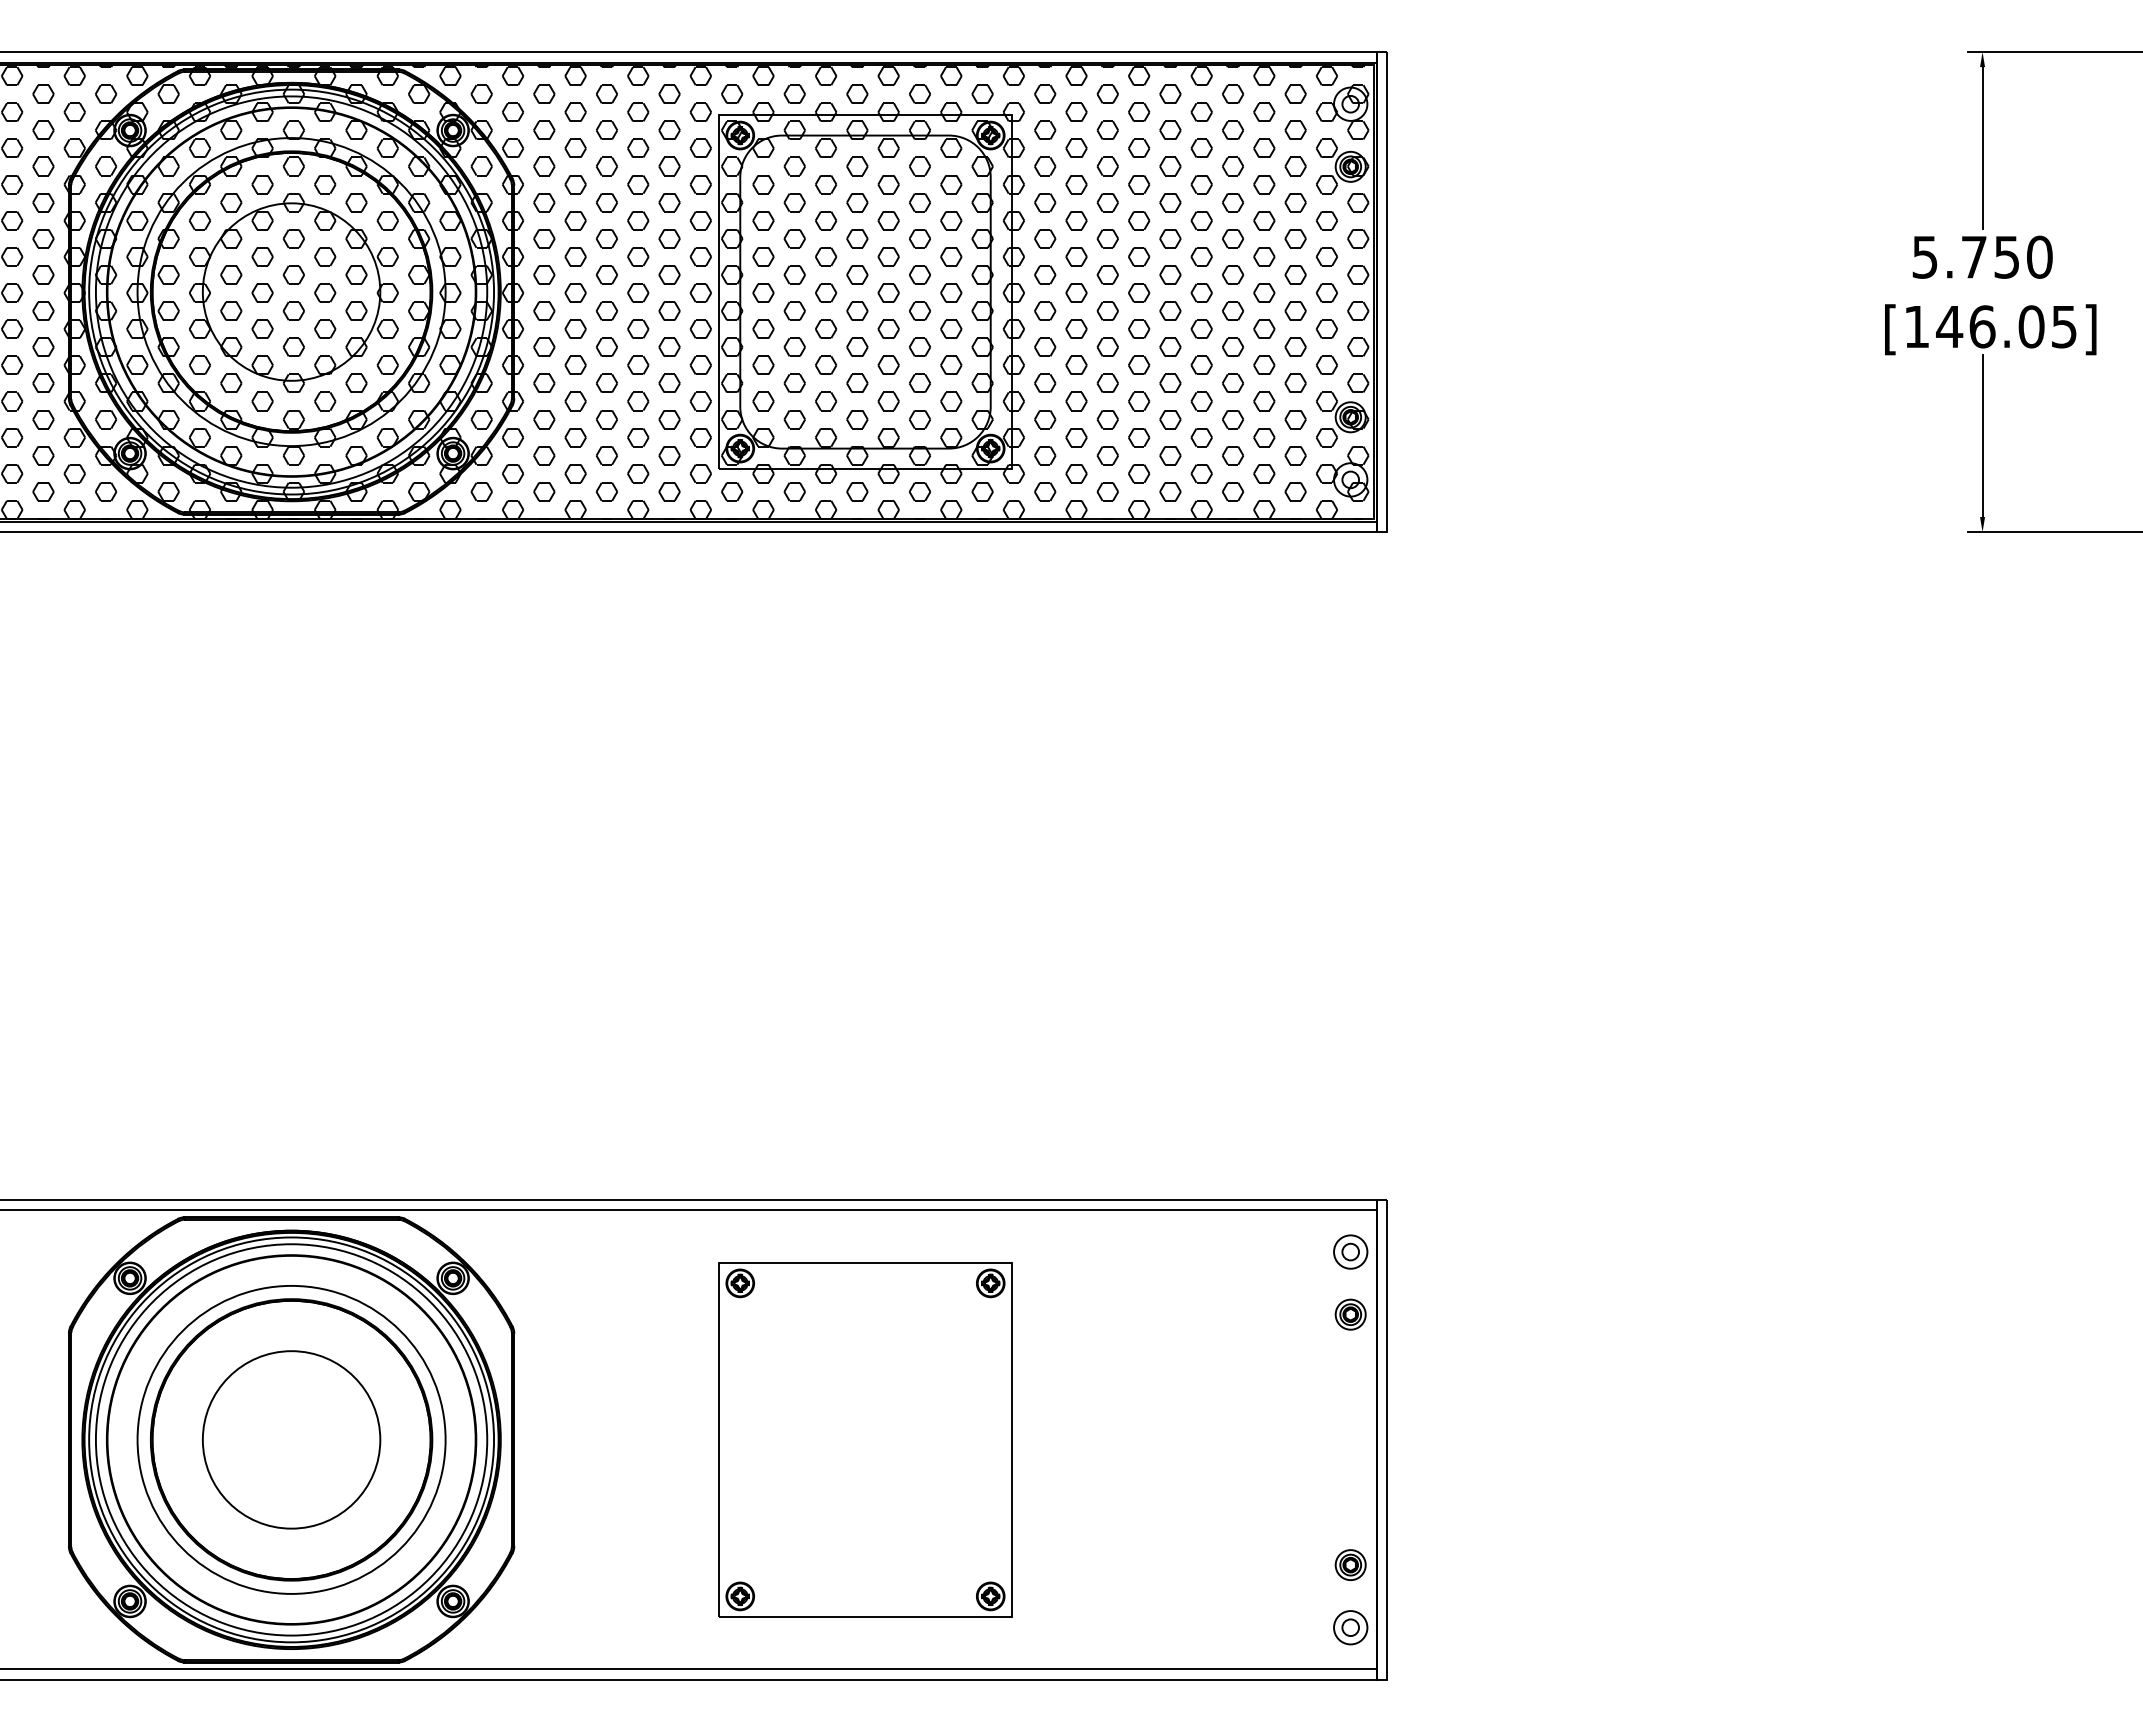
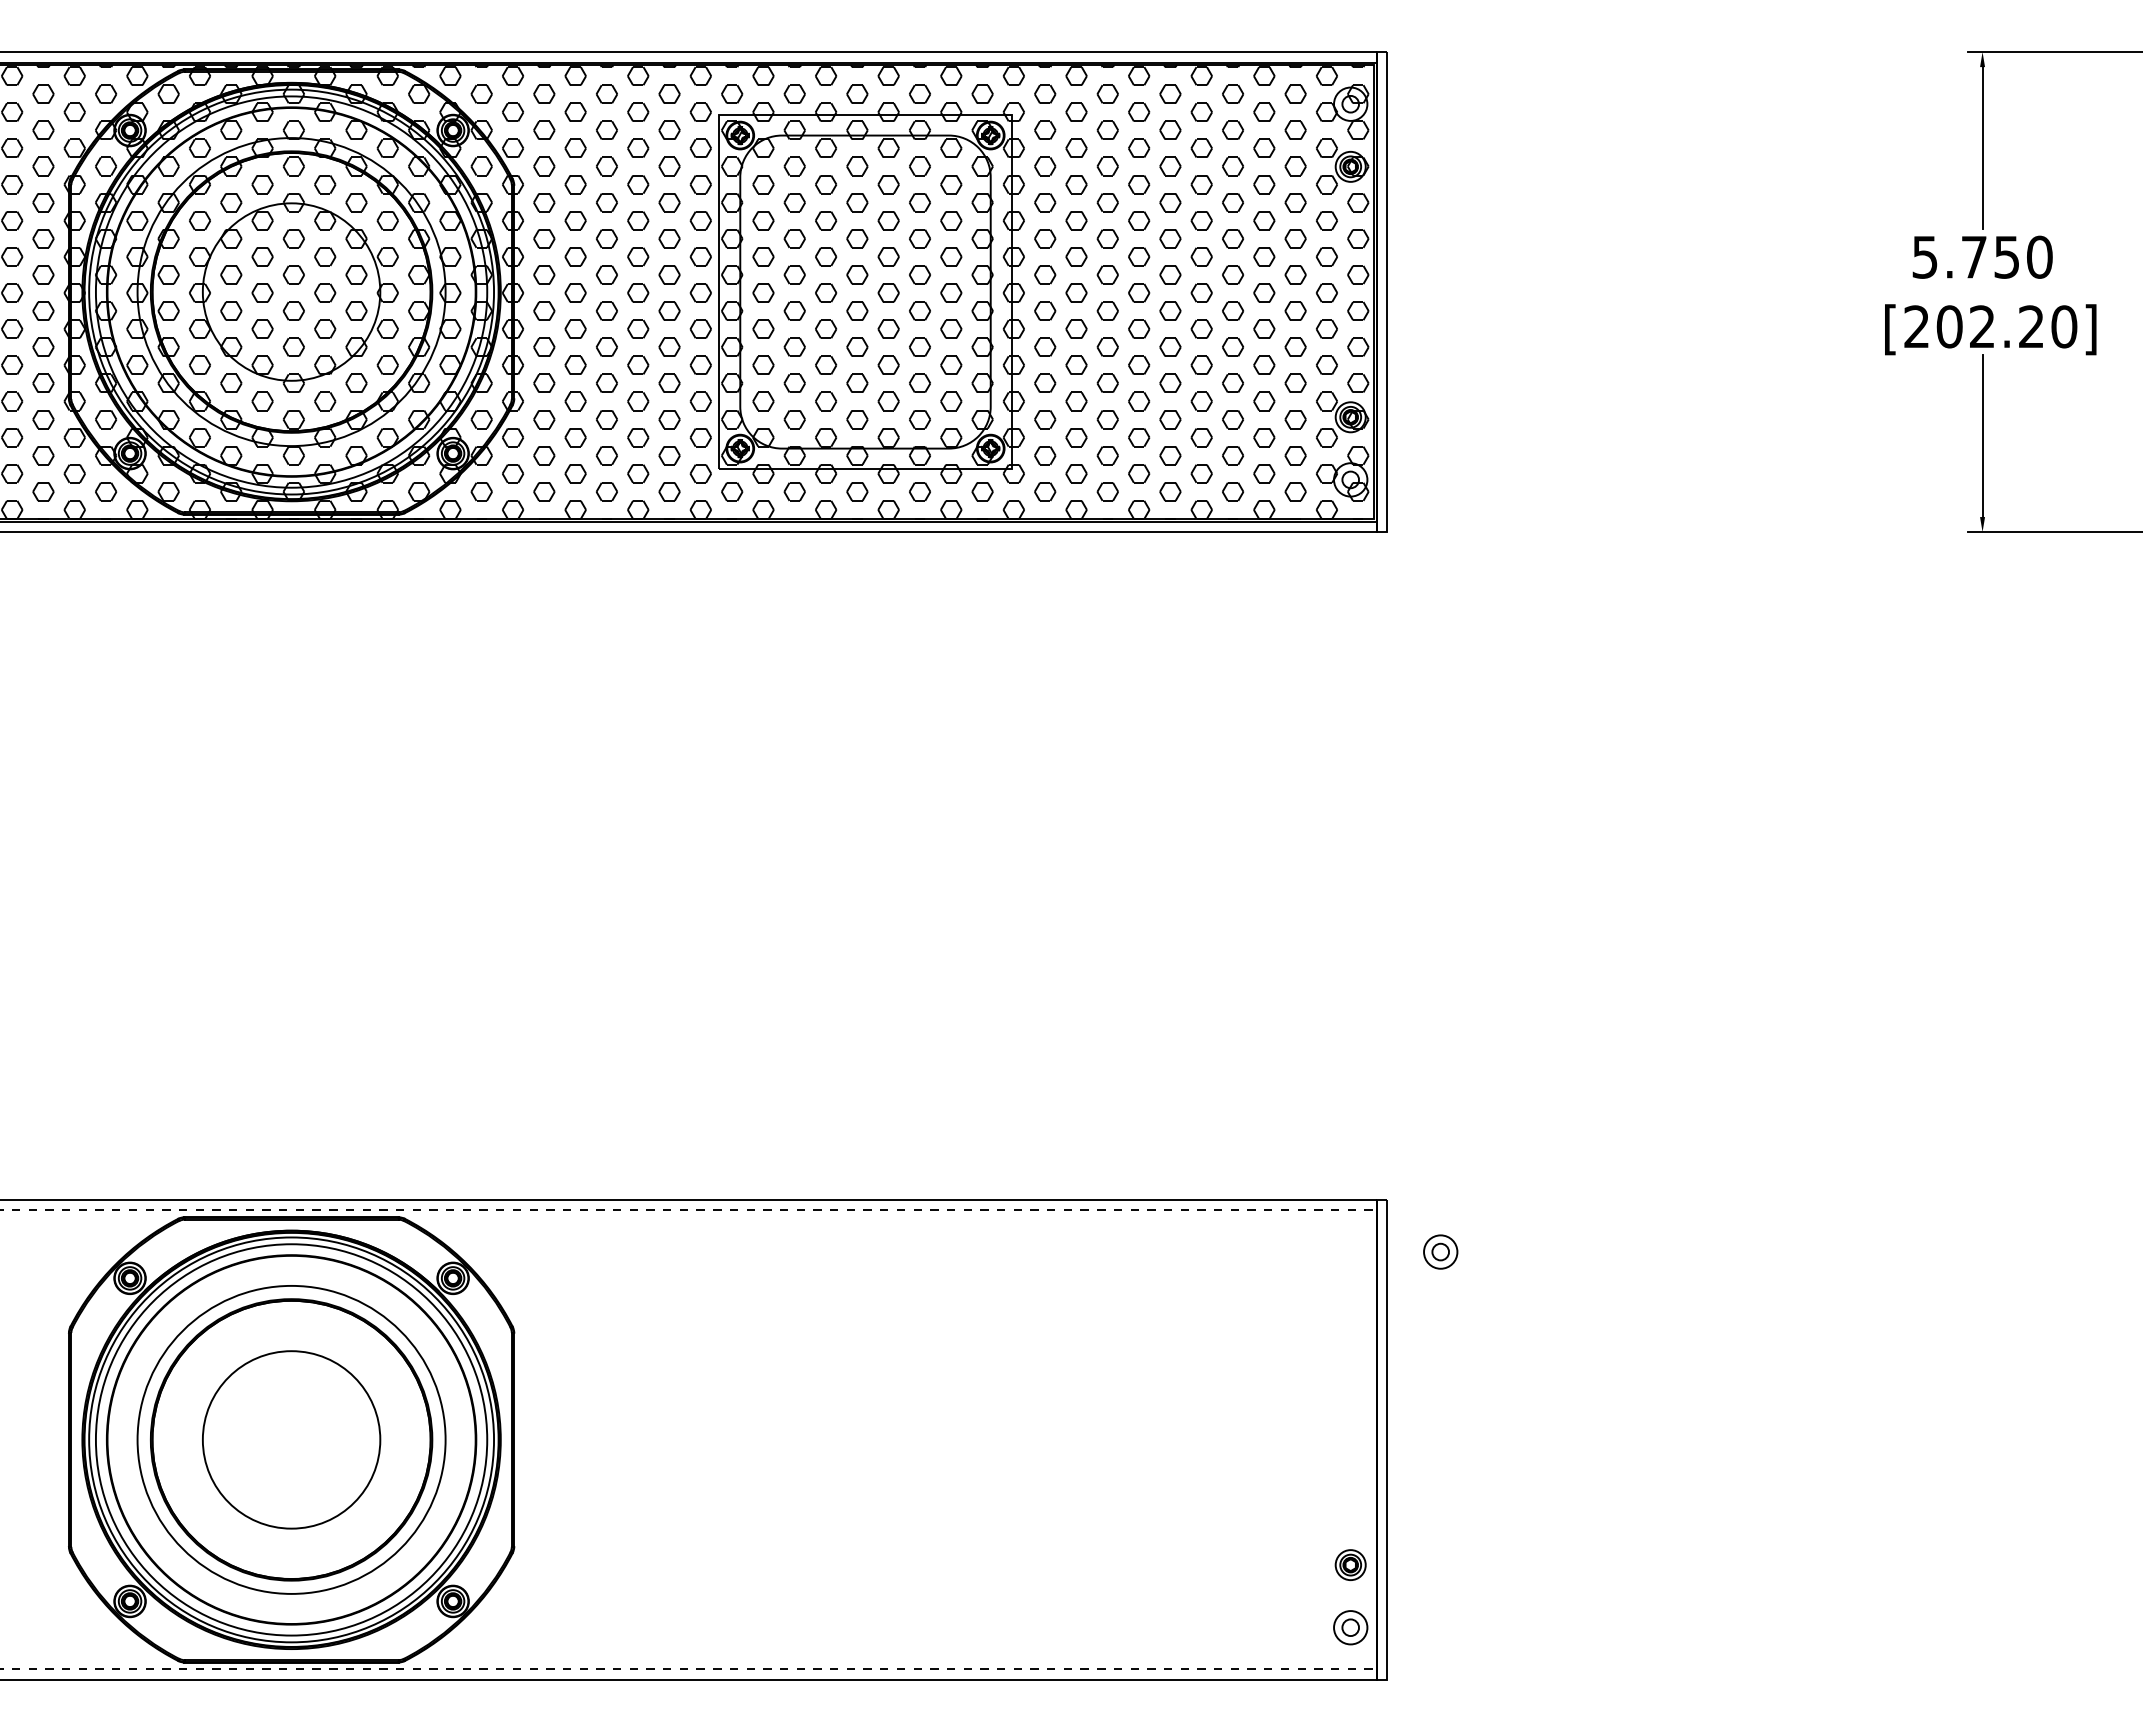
text at (1990, 326): [146.05] -> [202.20]
line at (688, 1210): solid -> dashed
part at (1350, 1251) position: (1350, 1251) -> (1440, 1251)
part at (1350, 1314): present -> none
part at (865, 1439): present -> none
line at (688, 1669): solid -> dashed
